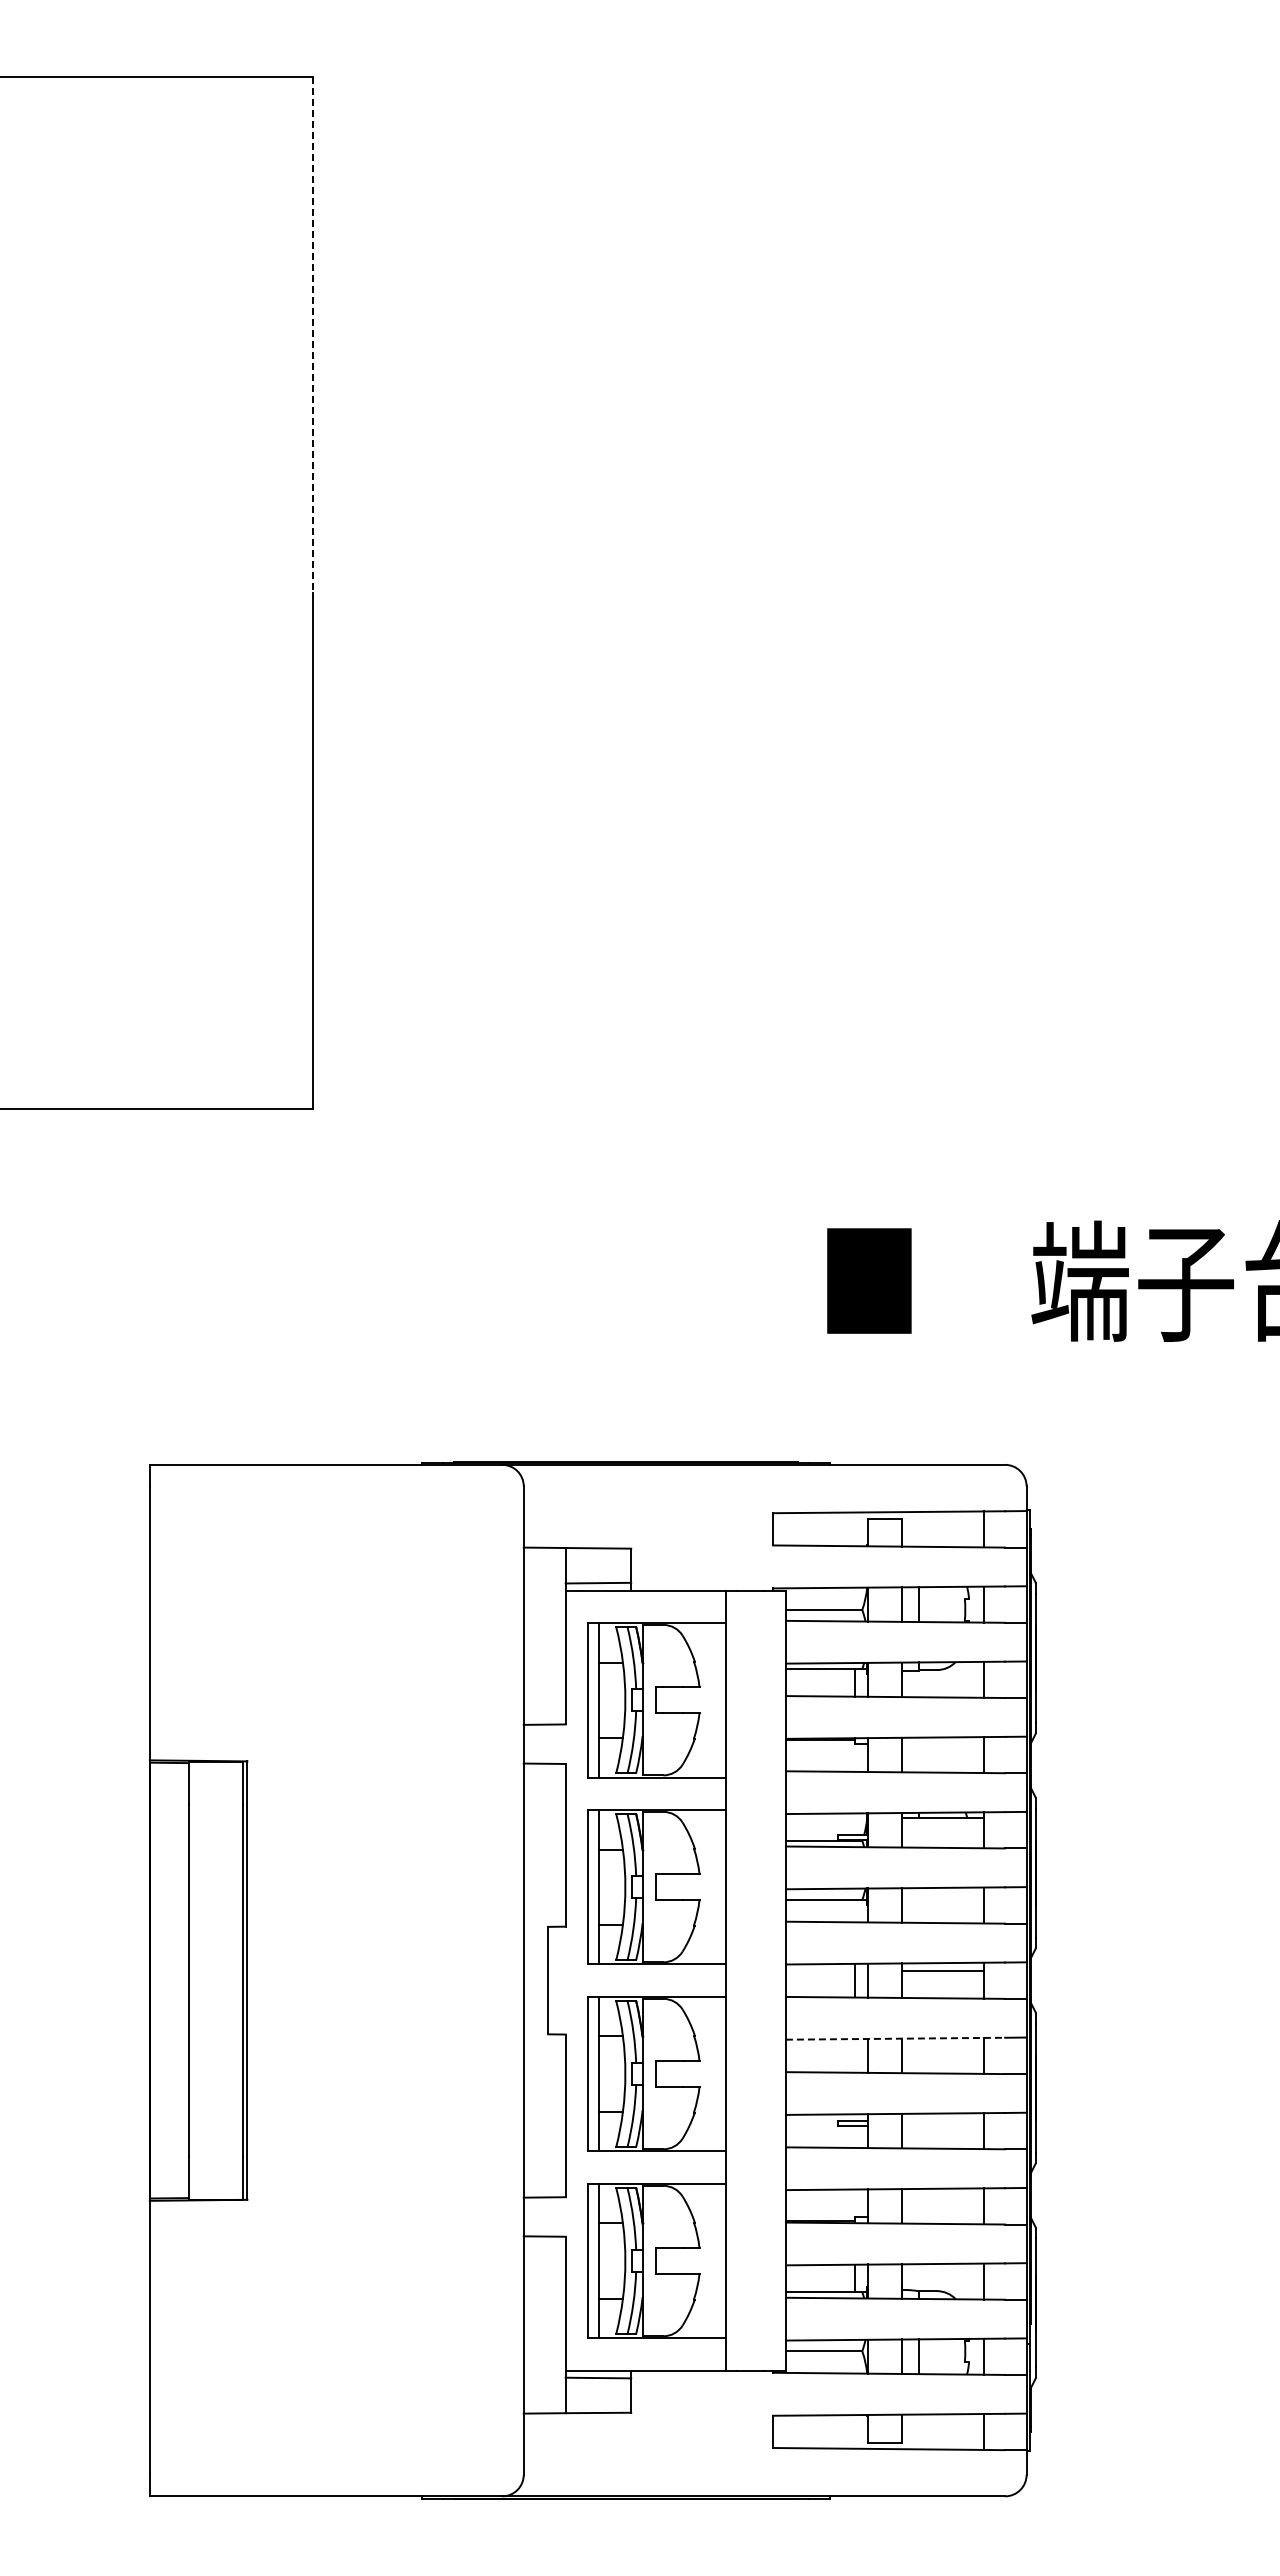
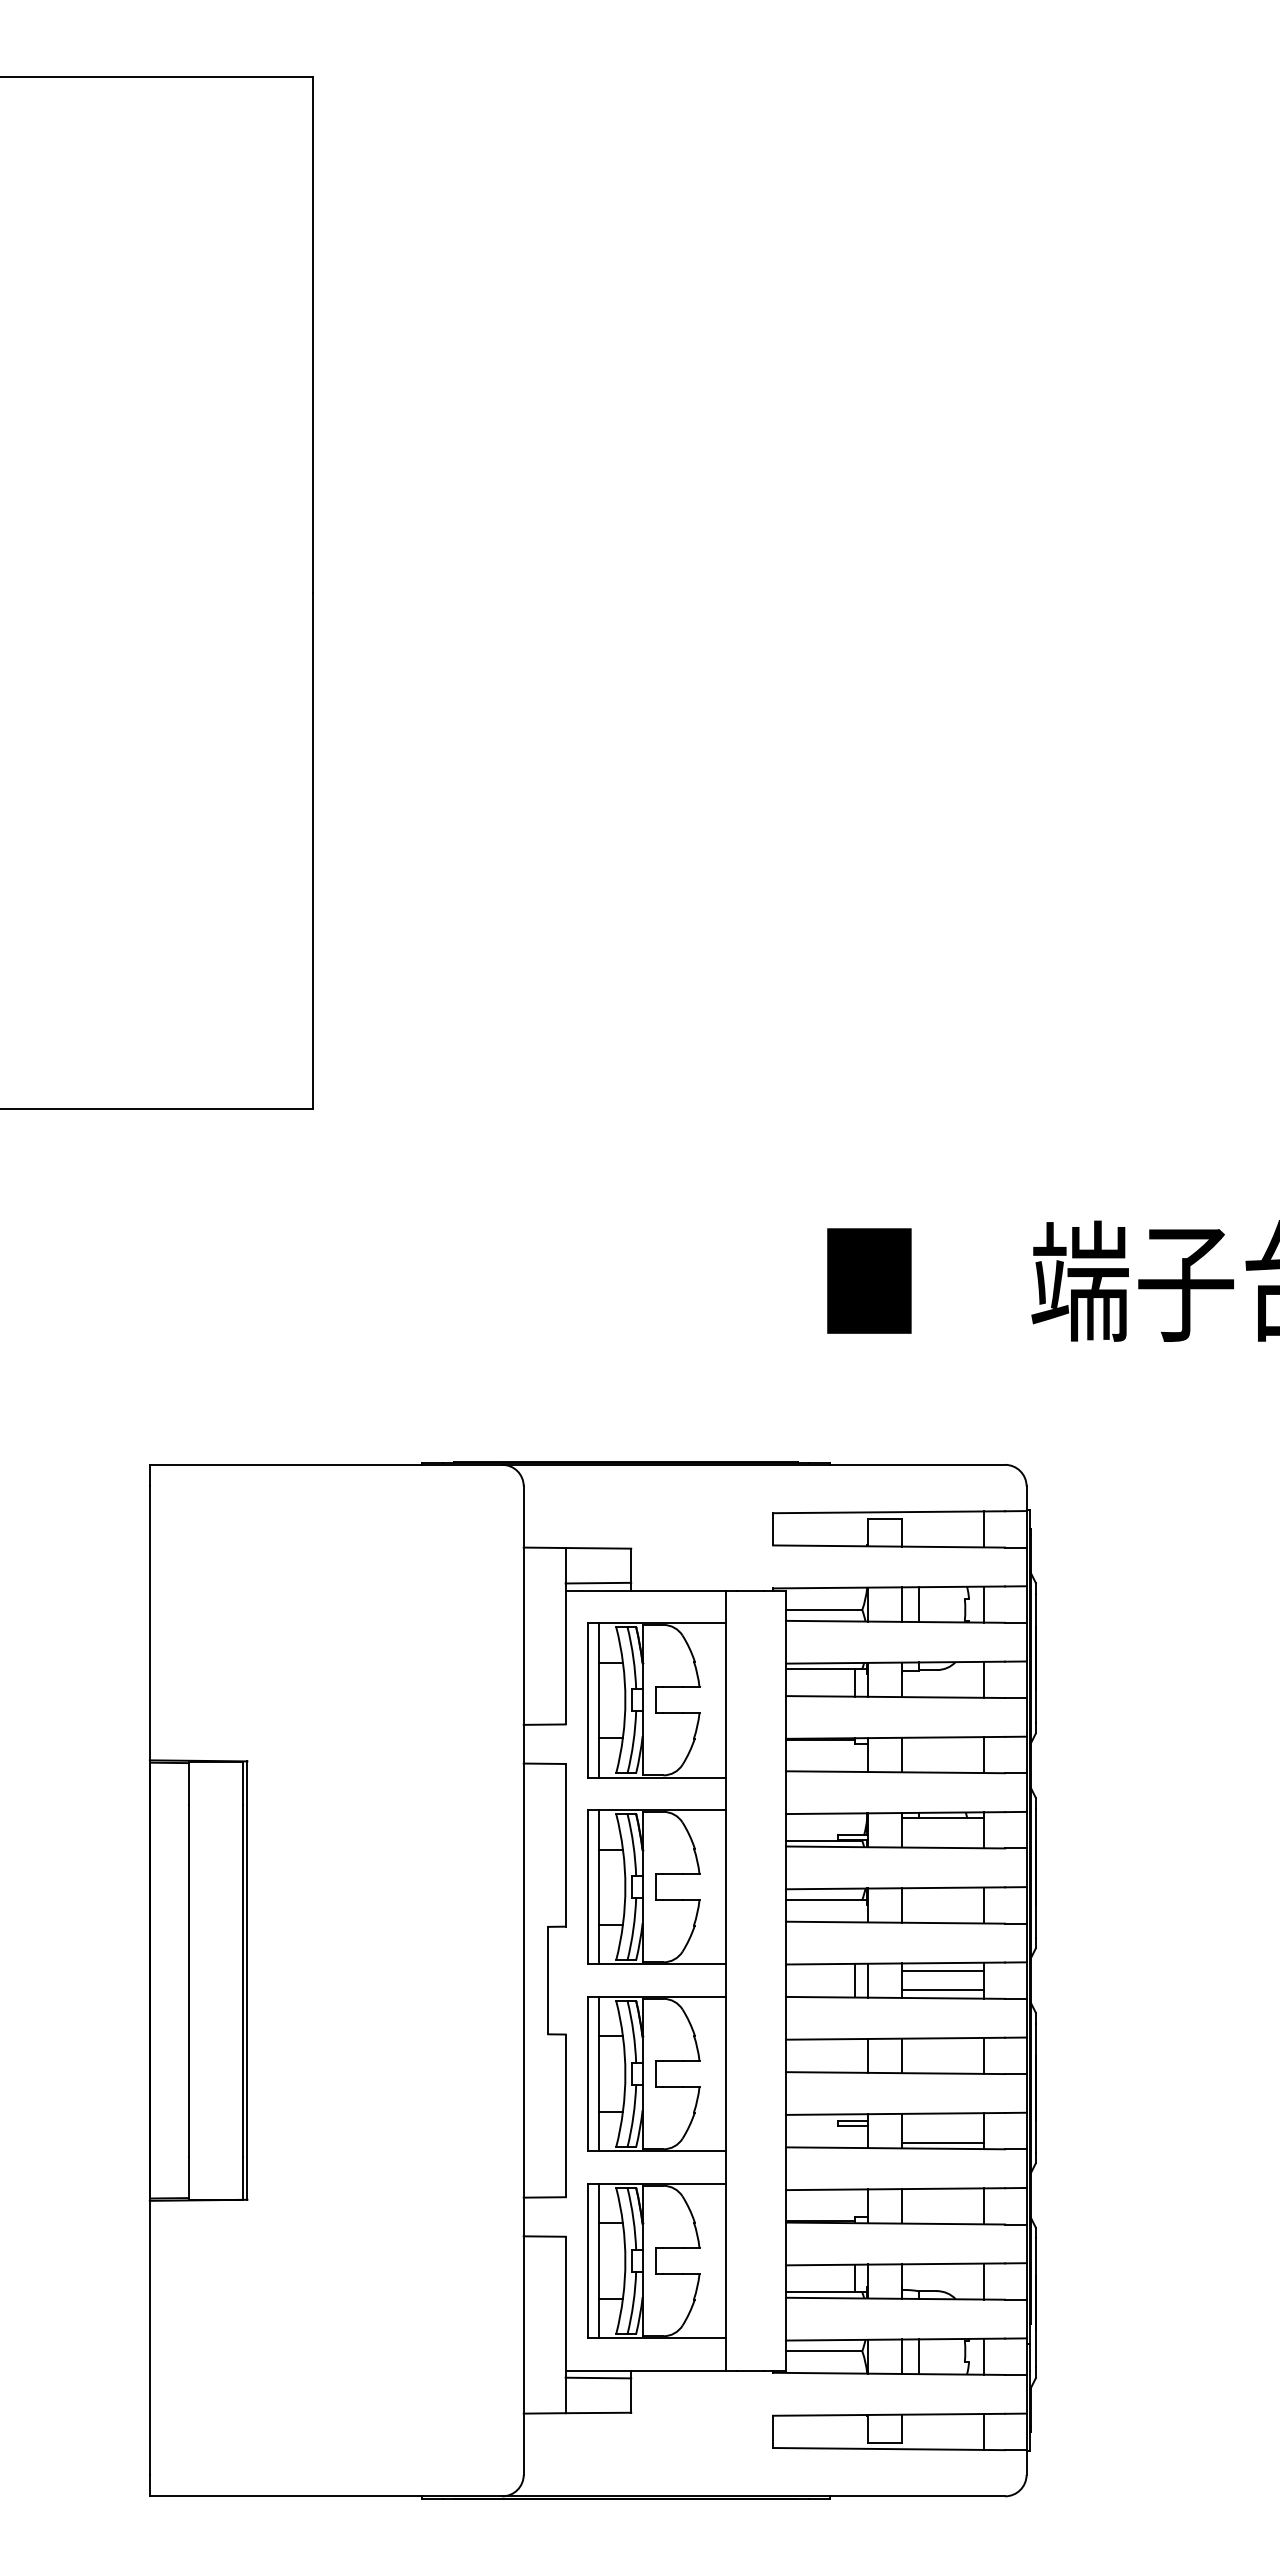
line at (312, 335): dashed -> solid
line at (942, 1990): none -> present
line at (895, 2038): dashed -> solid
line at (942, 2142): none -> present
